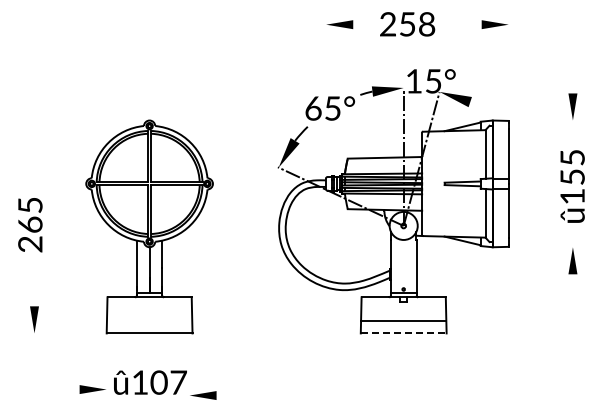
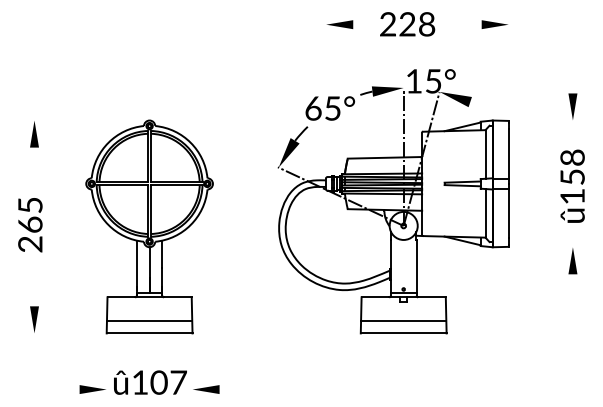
text at (407, 24): 258 -> 228
part at (34, 134): none -> present
text at (572, 157): û155 -> û158
line at (149, 320): none -> present
line at (403, 333): dashed -> solid
part at (203, 395) position: (203, 395) -> (206, 389)
